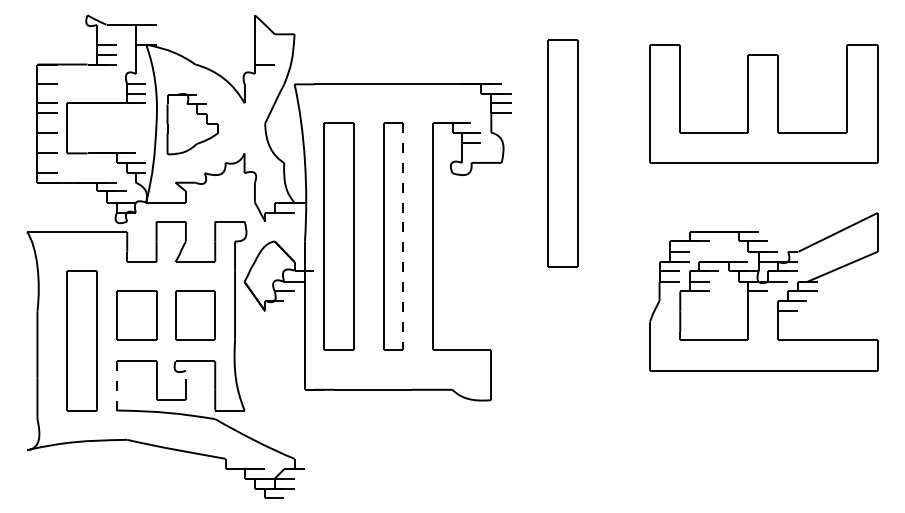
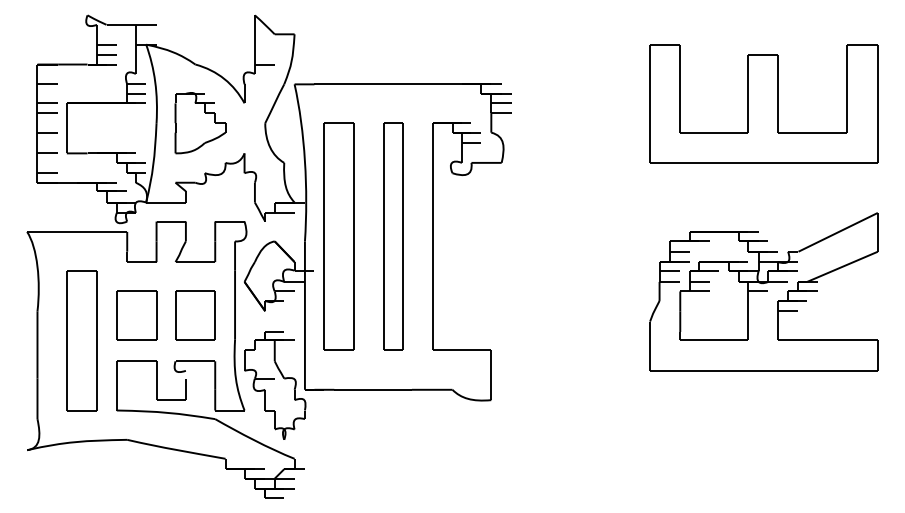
part at (192, 124) position: (192, 124) -> (200, 123)
part at (562, 153): present -> none
line at (403, 237): dashed -> solid
line at (116, 385): dashed -> solid
part at (275, 385): none -> present
